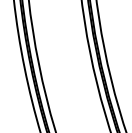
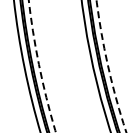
arc at (108, 66): solid -> dashed
arc at (39, 67): solid -> dashed
